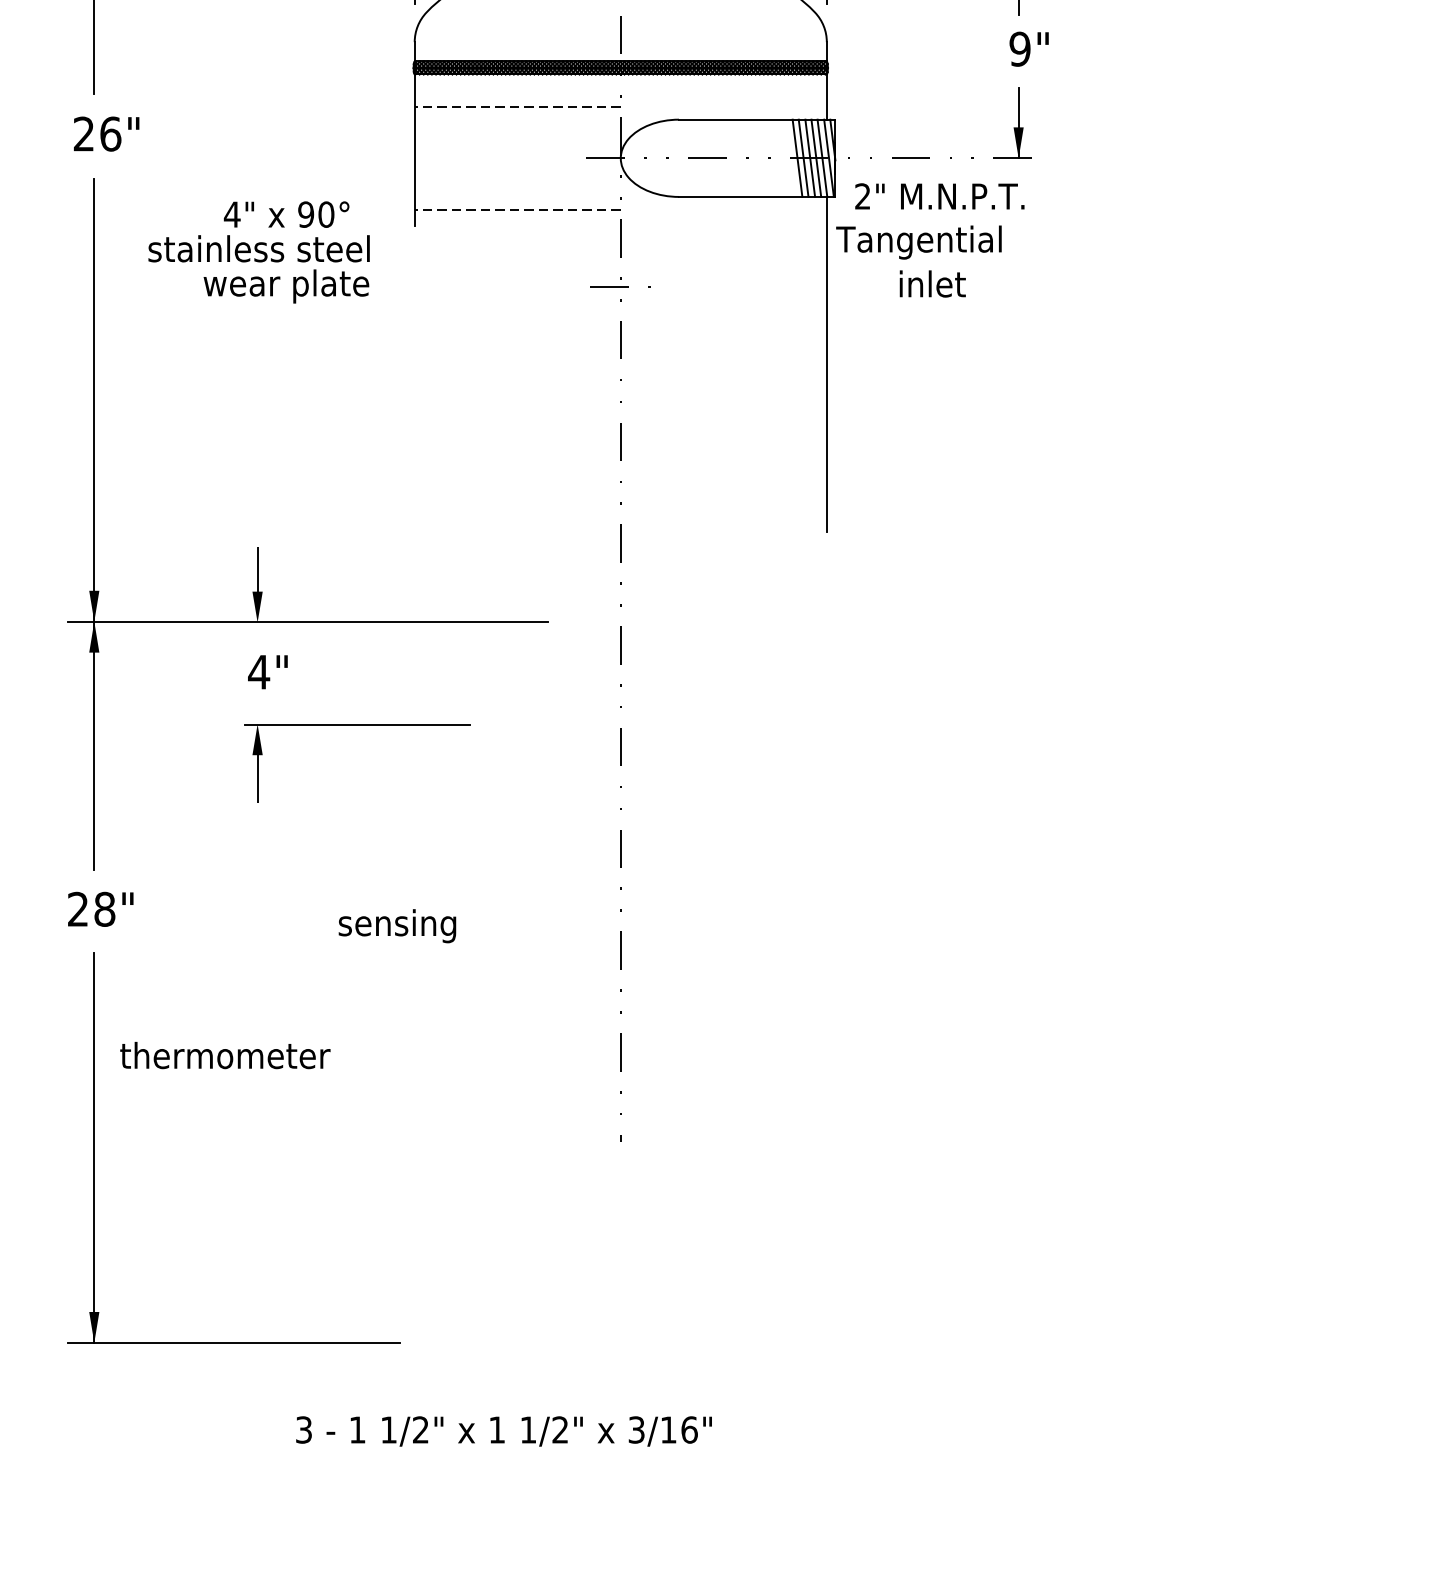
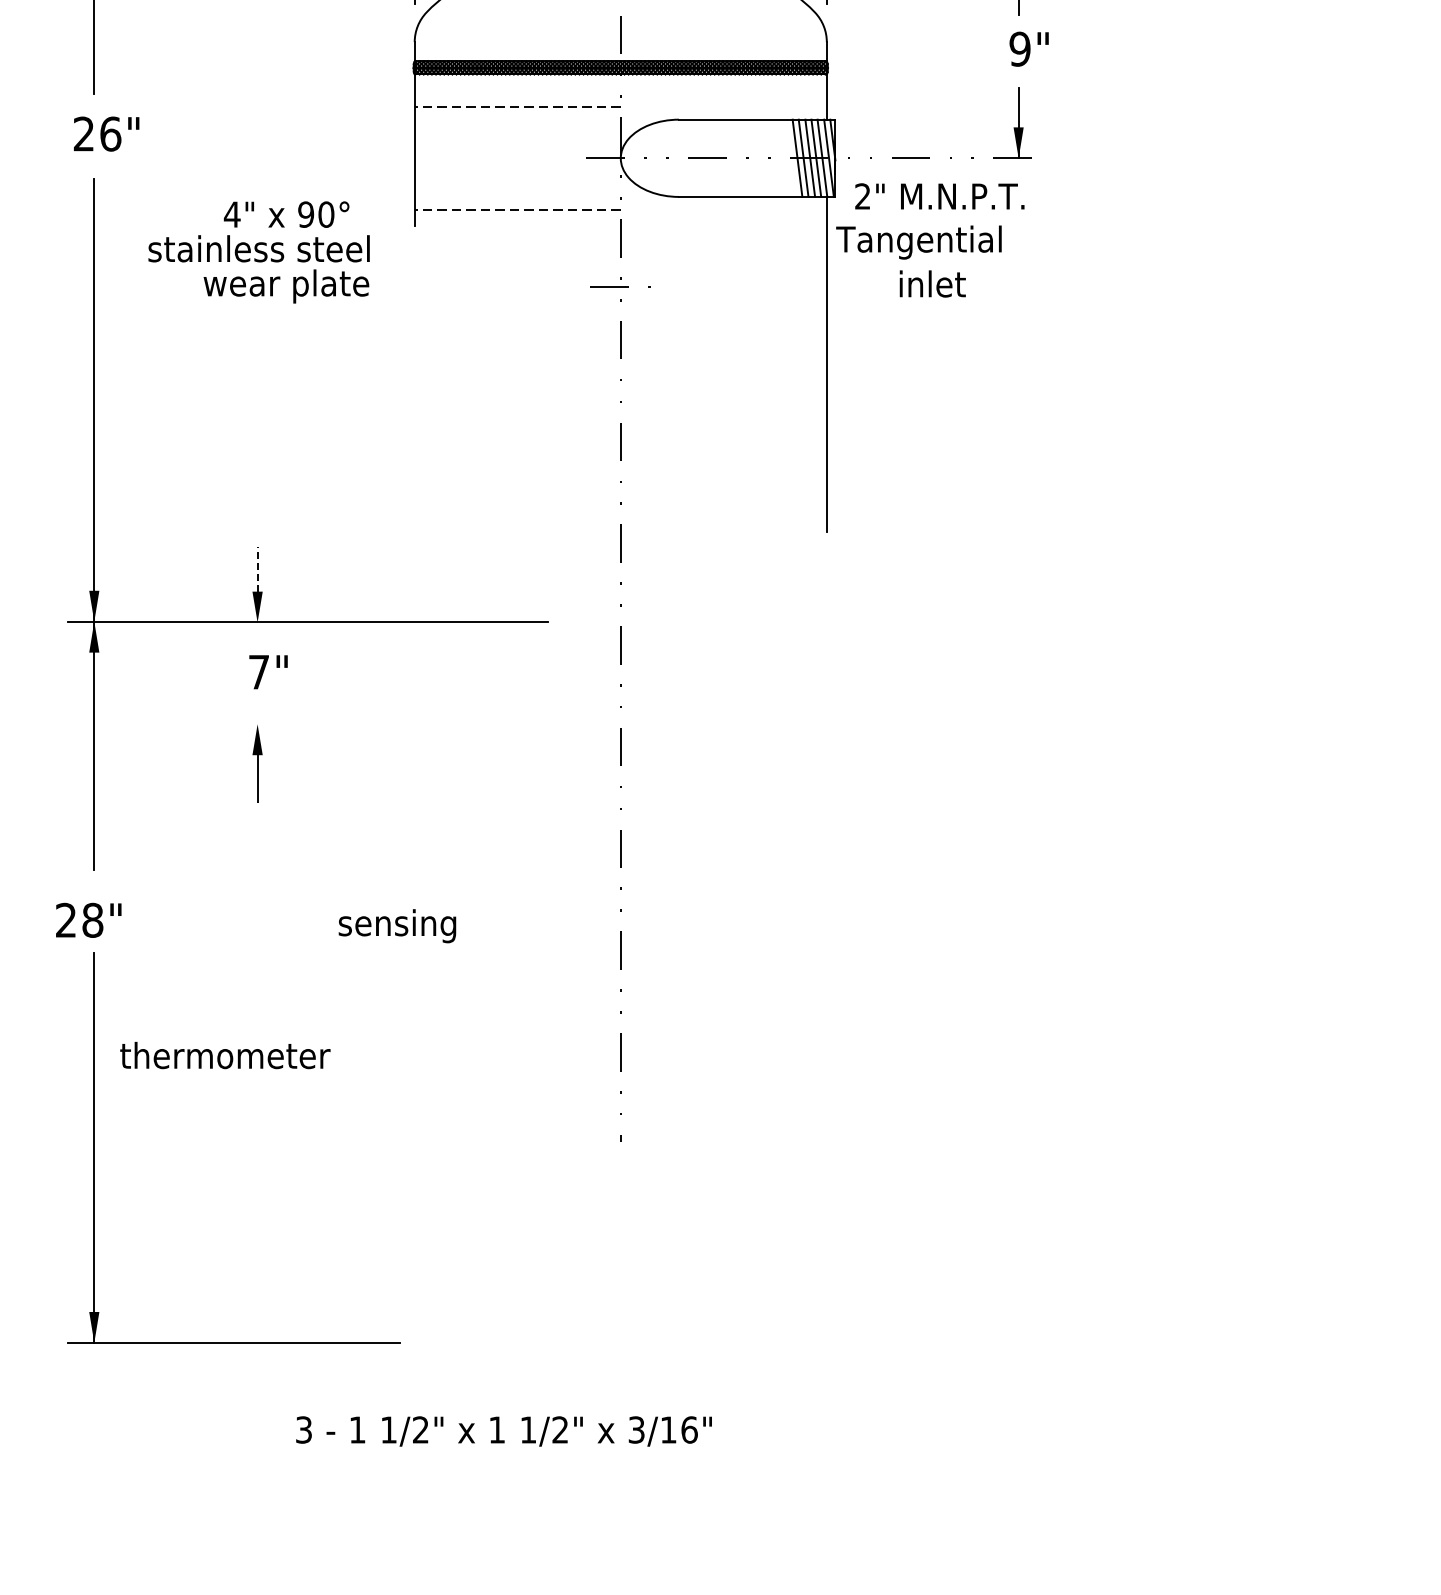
line at (257, 568): solid -> dashed
text at (259, 672): 4" -> 7"
line at (357, 724): present -> none
text at (100, 908) position: (100, 908) -> (88, 919)
